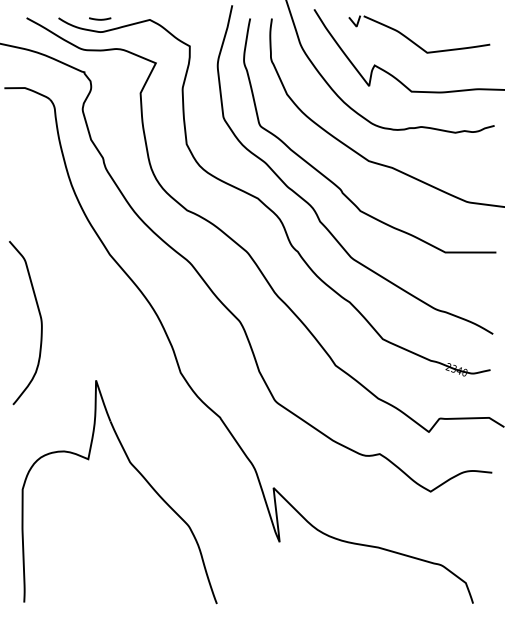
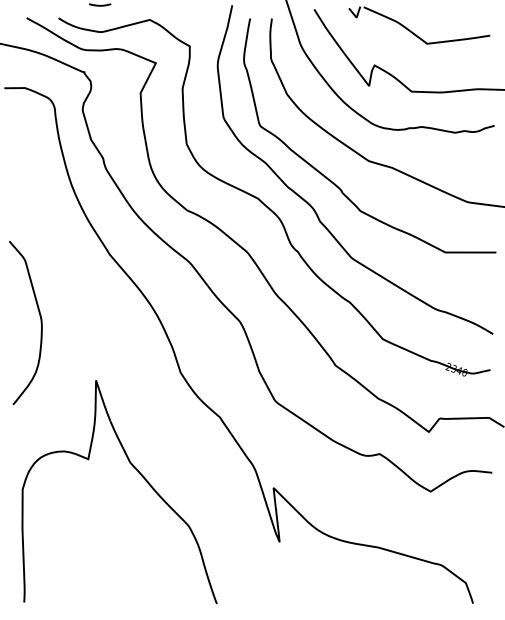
line at (99, 18) position: (99, 18) -> (99, 4)
part at (415, 42) position: (415, 42) -> (415, 33)
